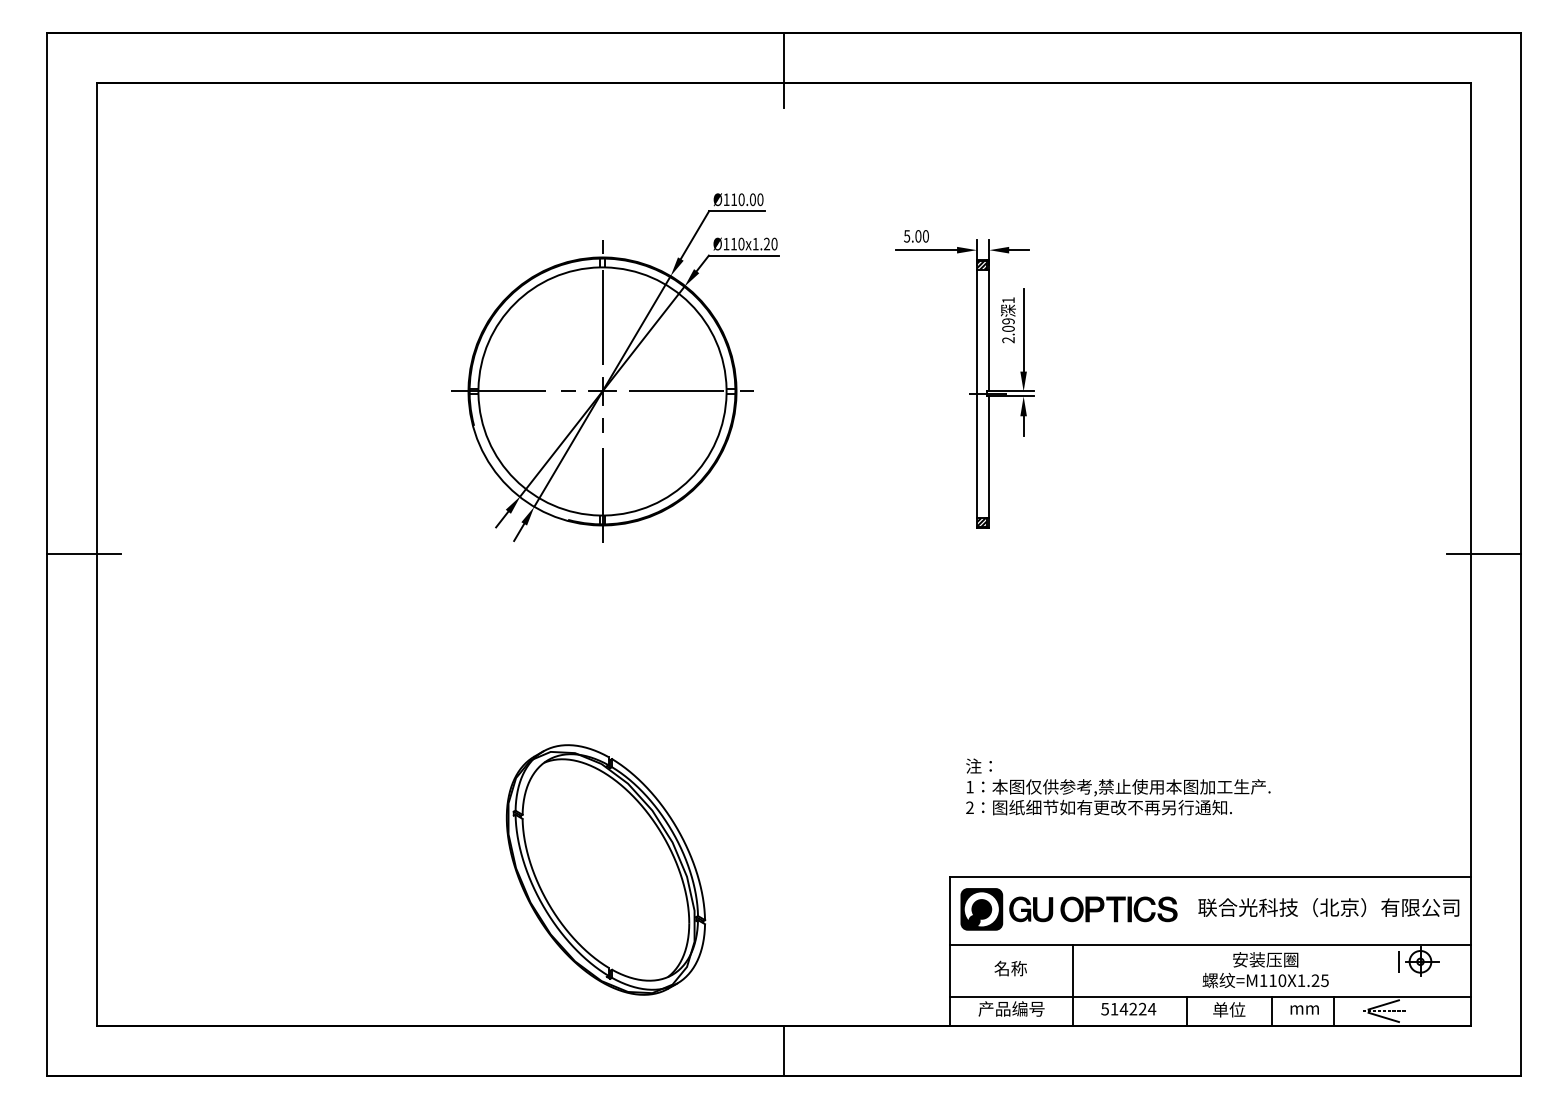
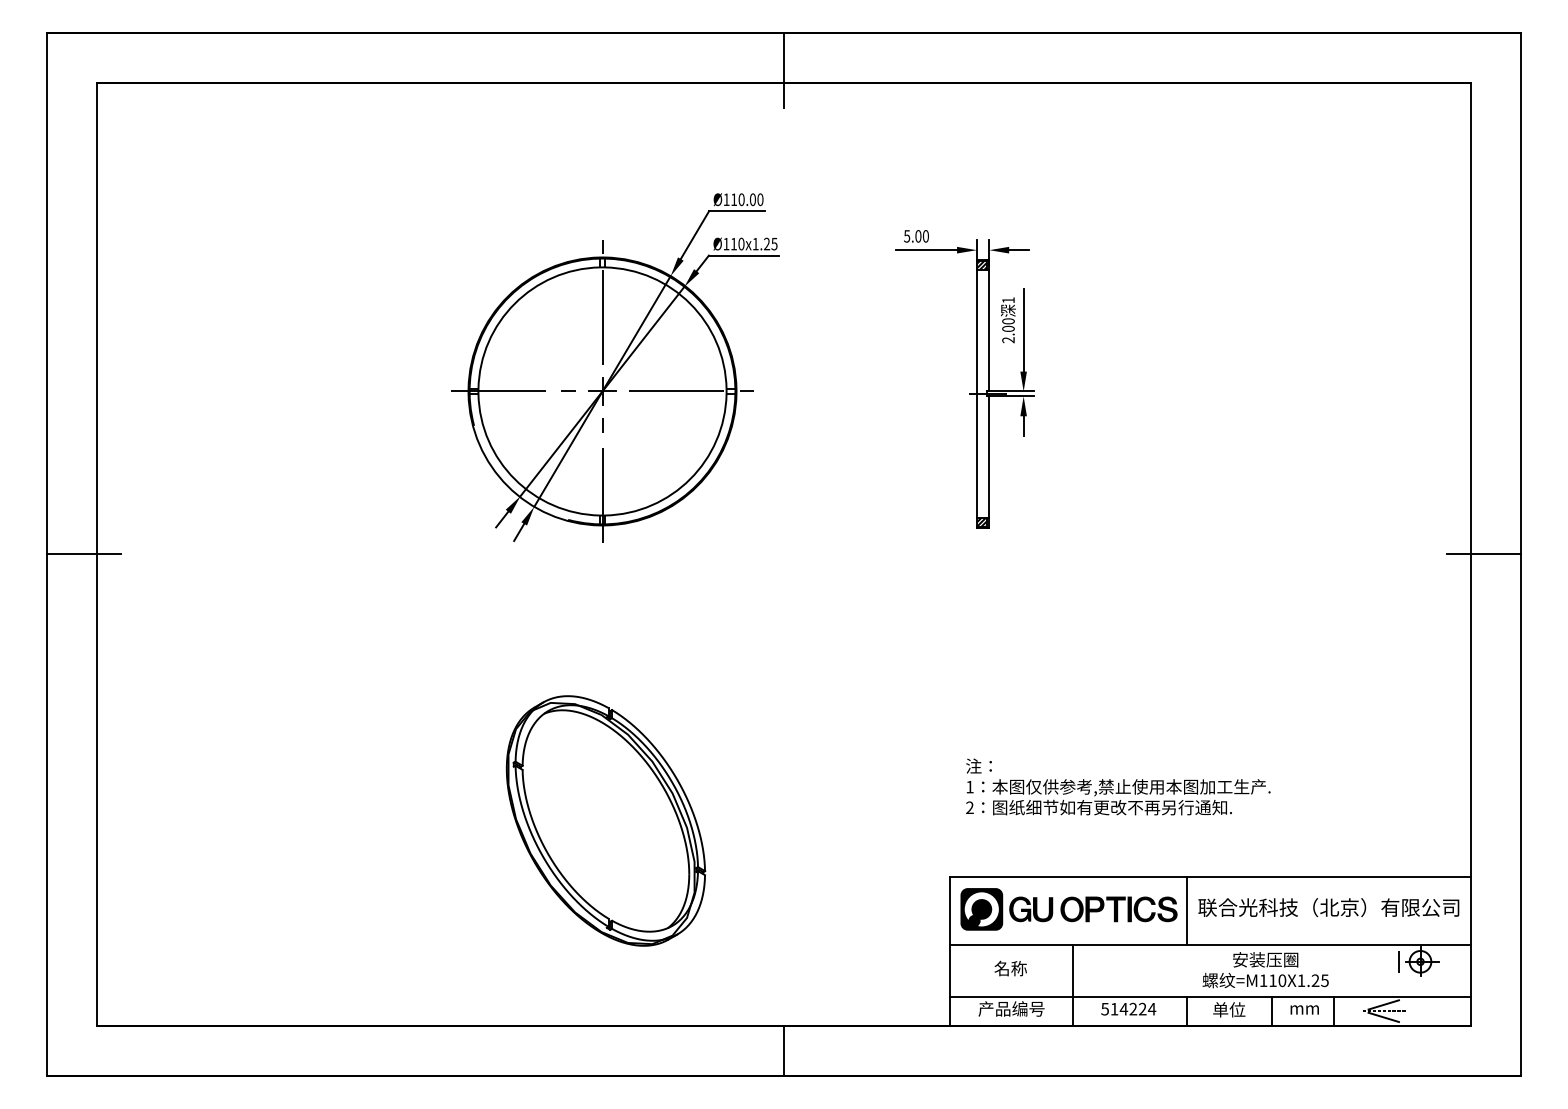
text at (774, 243): Ø110x1.20 -> Ø110x1.25
text at (1008, 321): 2.09 -> 2.00
part at (605, 869) position: (605, 869) -> (605, 820)
line at (1186, 910): none -> present
